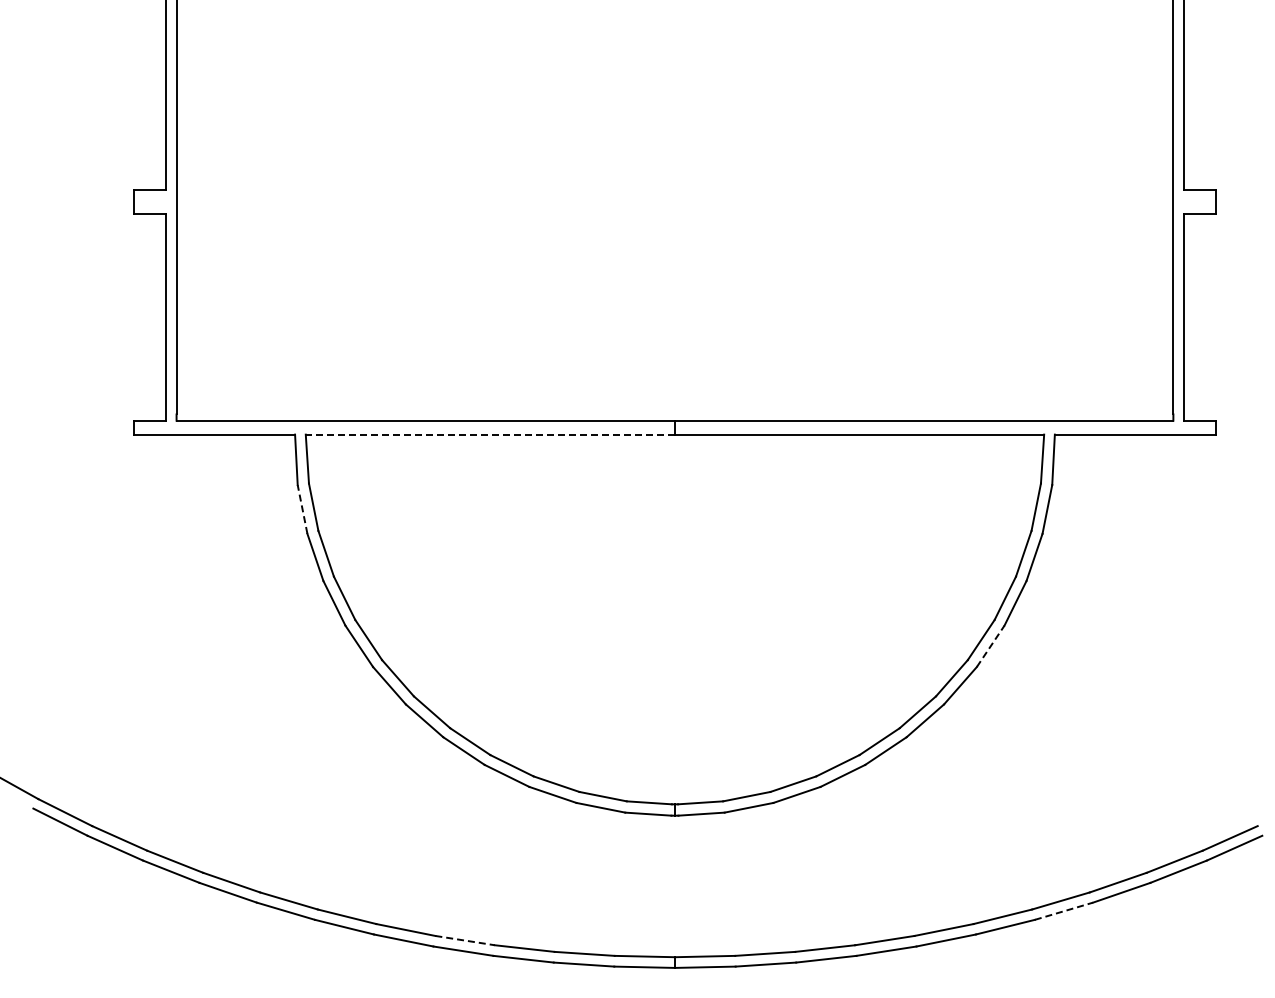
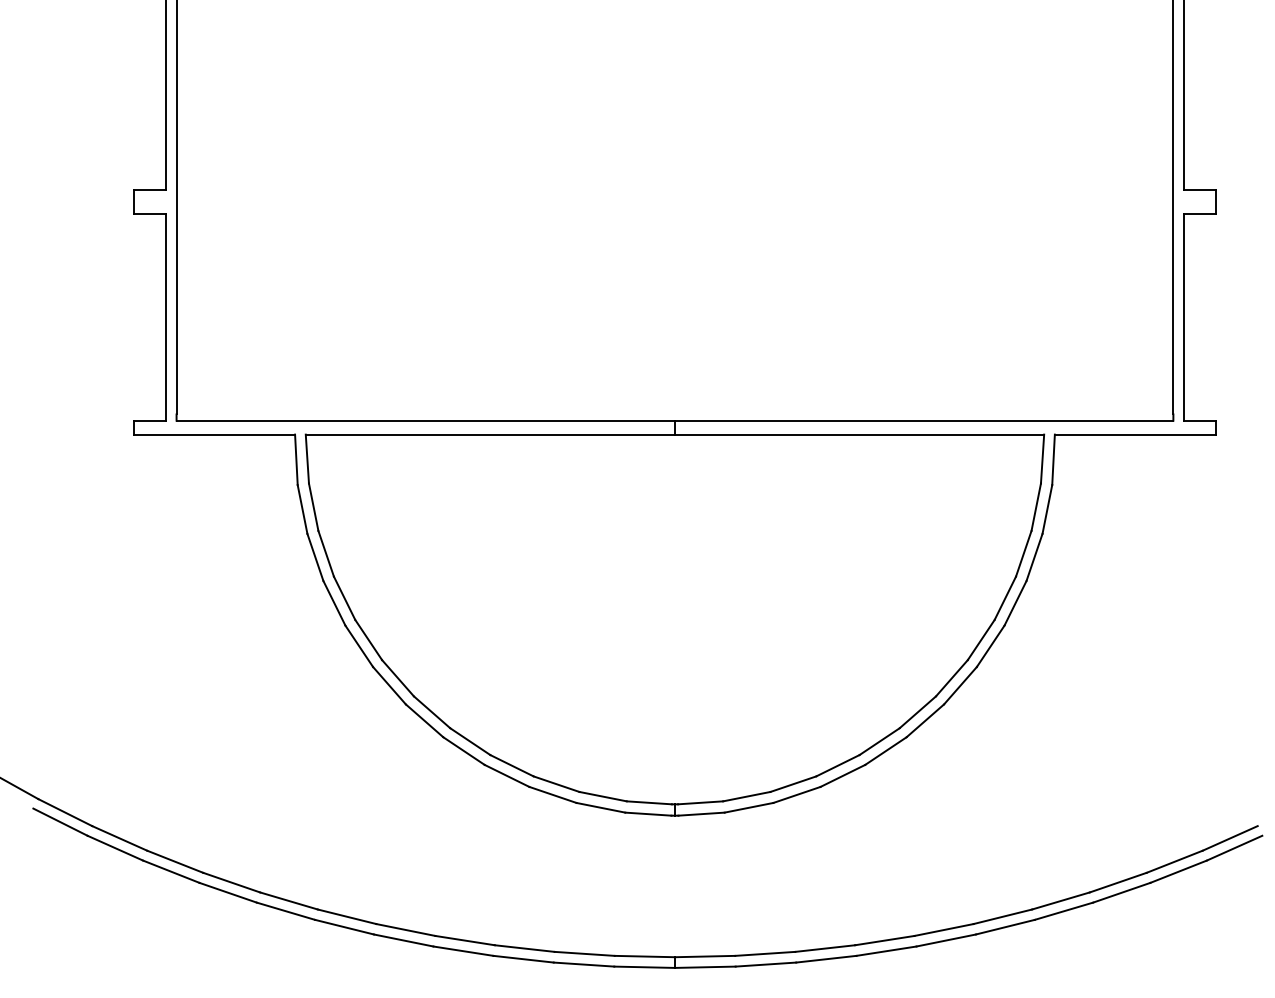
line at (490, 434): dashed -> solid
line at (302, 509): dashed -> solid
line at (990, 646): dashed -> solid
line at (1064, 911): dashed -> solid
line at (465, 940): dashed -> solid
